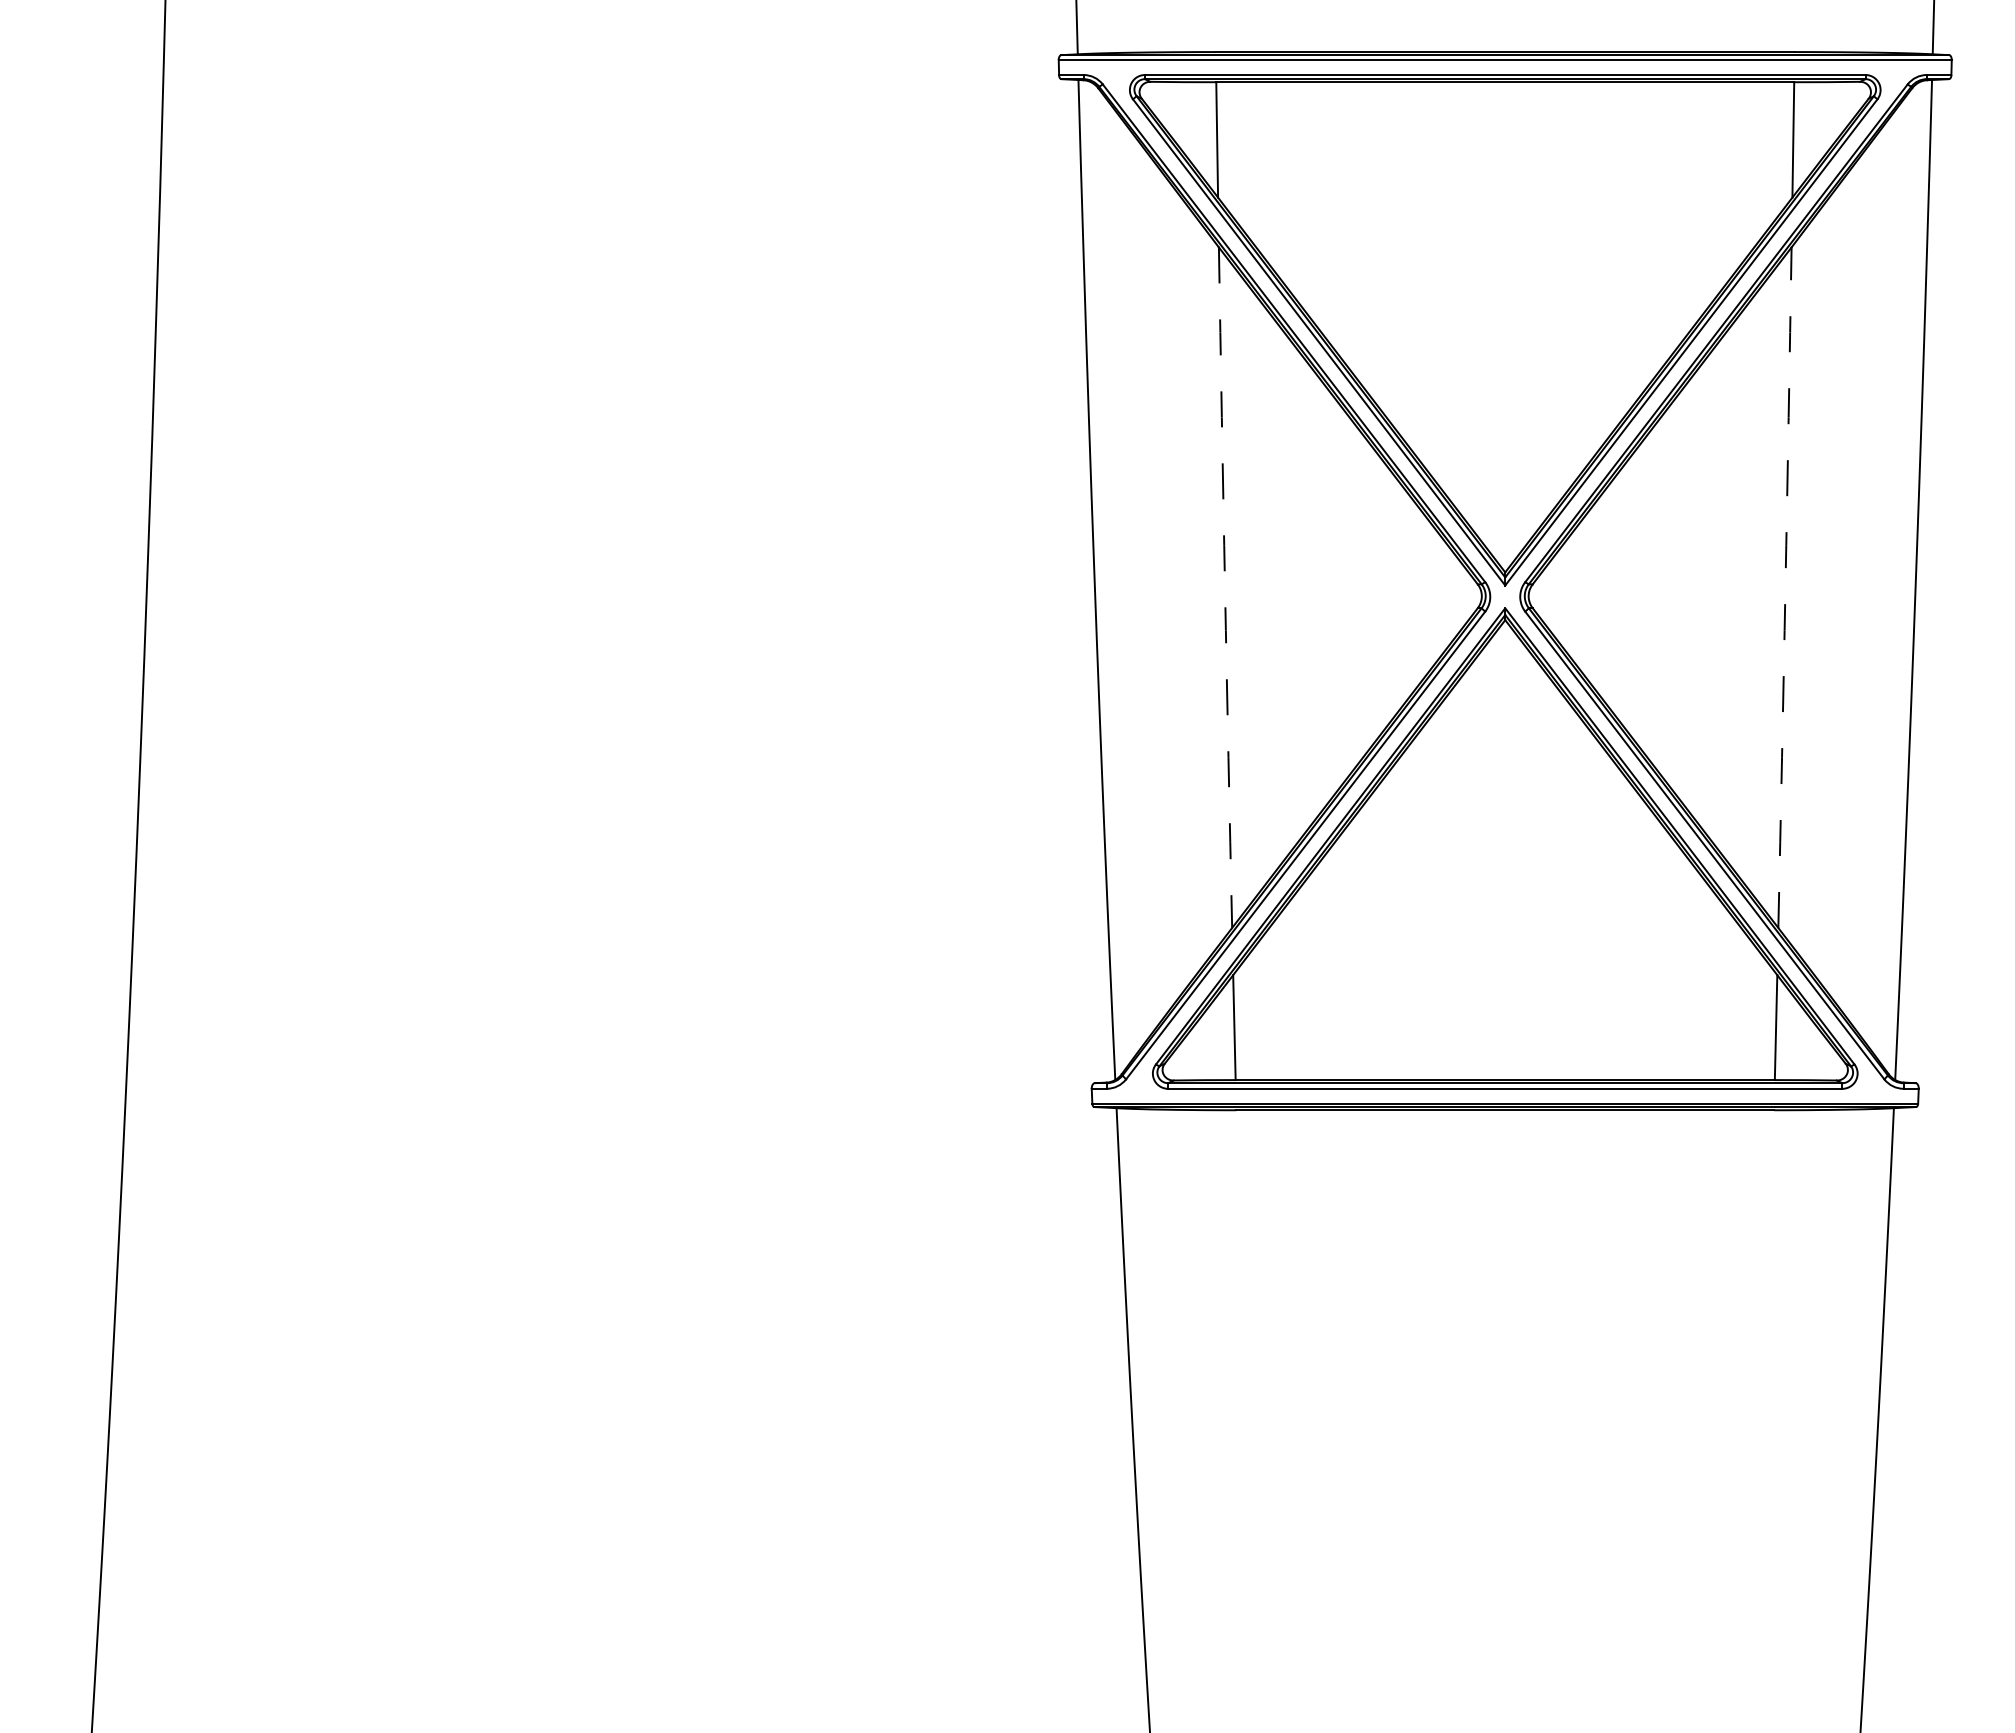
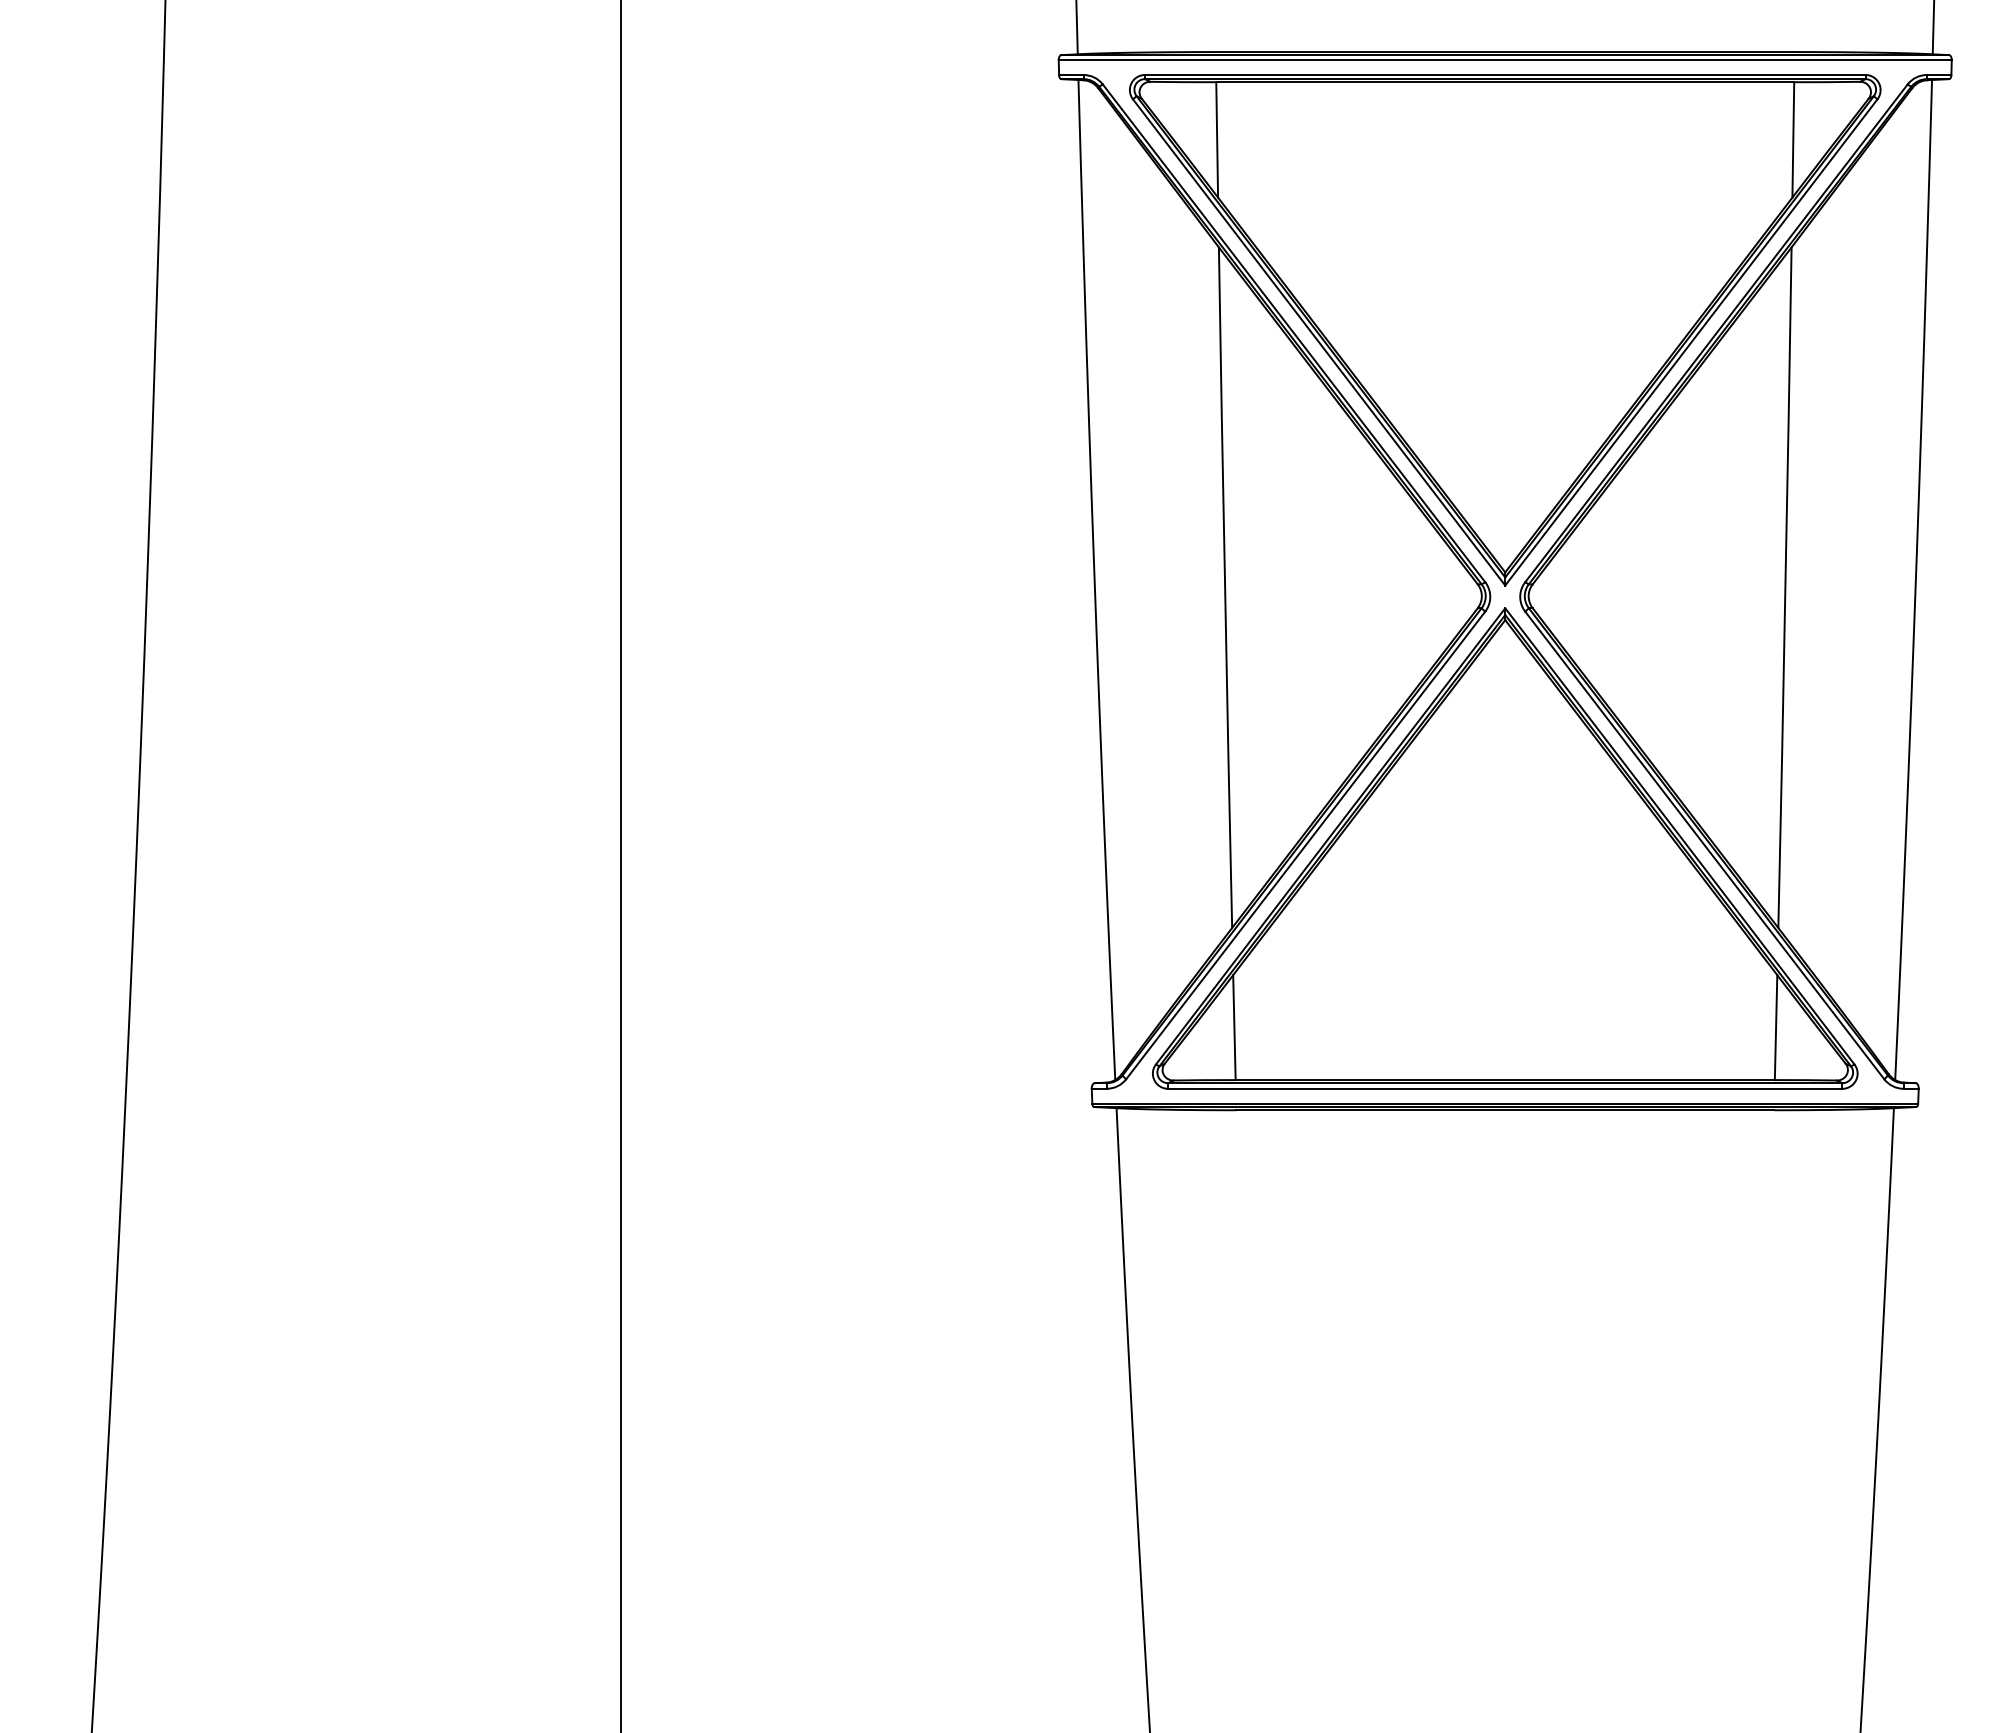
arc at (1225, 587): dashed -> solid
arc at (1785, 587): dashed -> solid
line at (620, 865): none -> present
